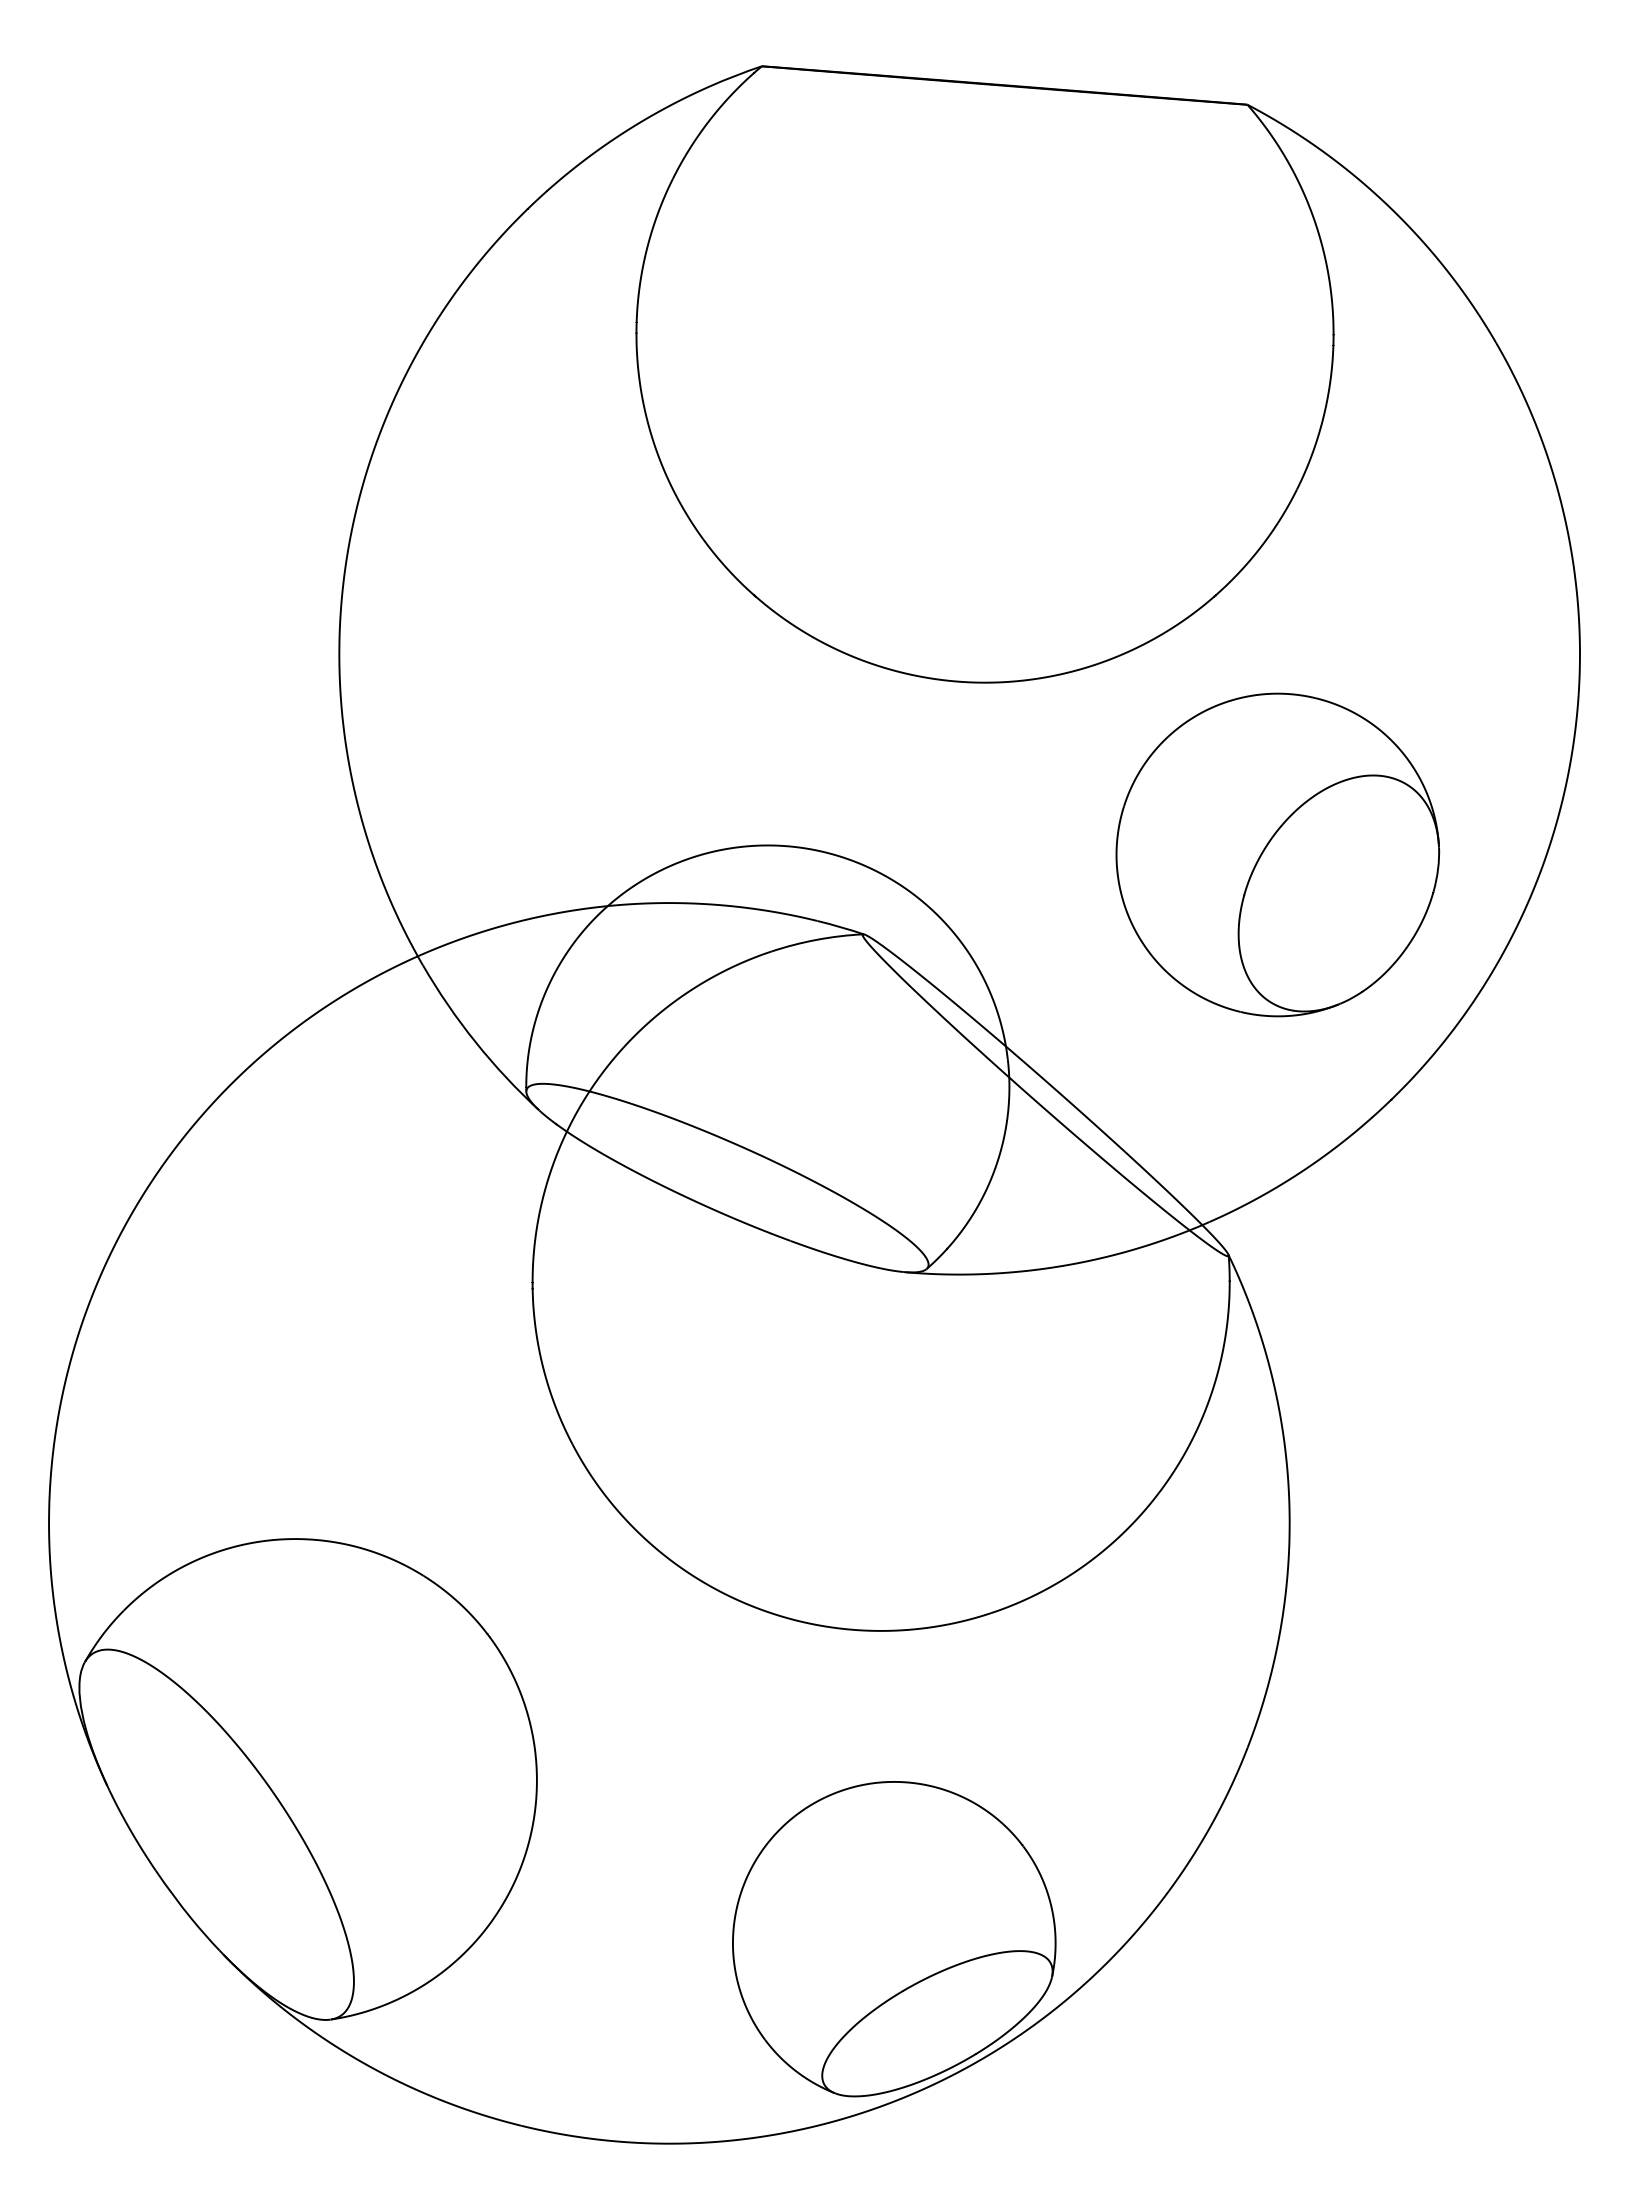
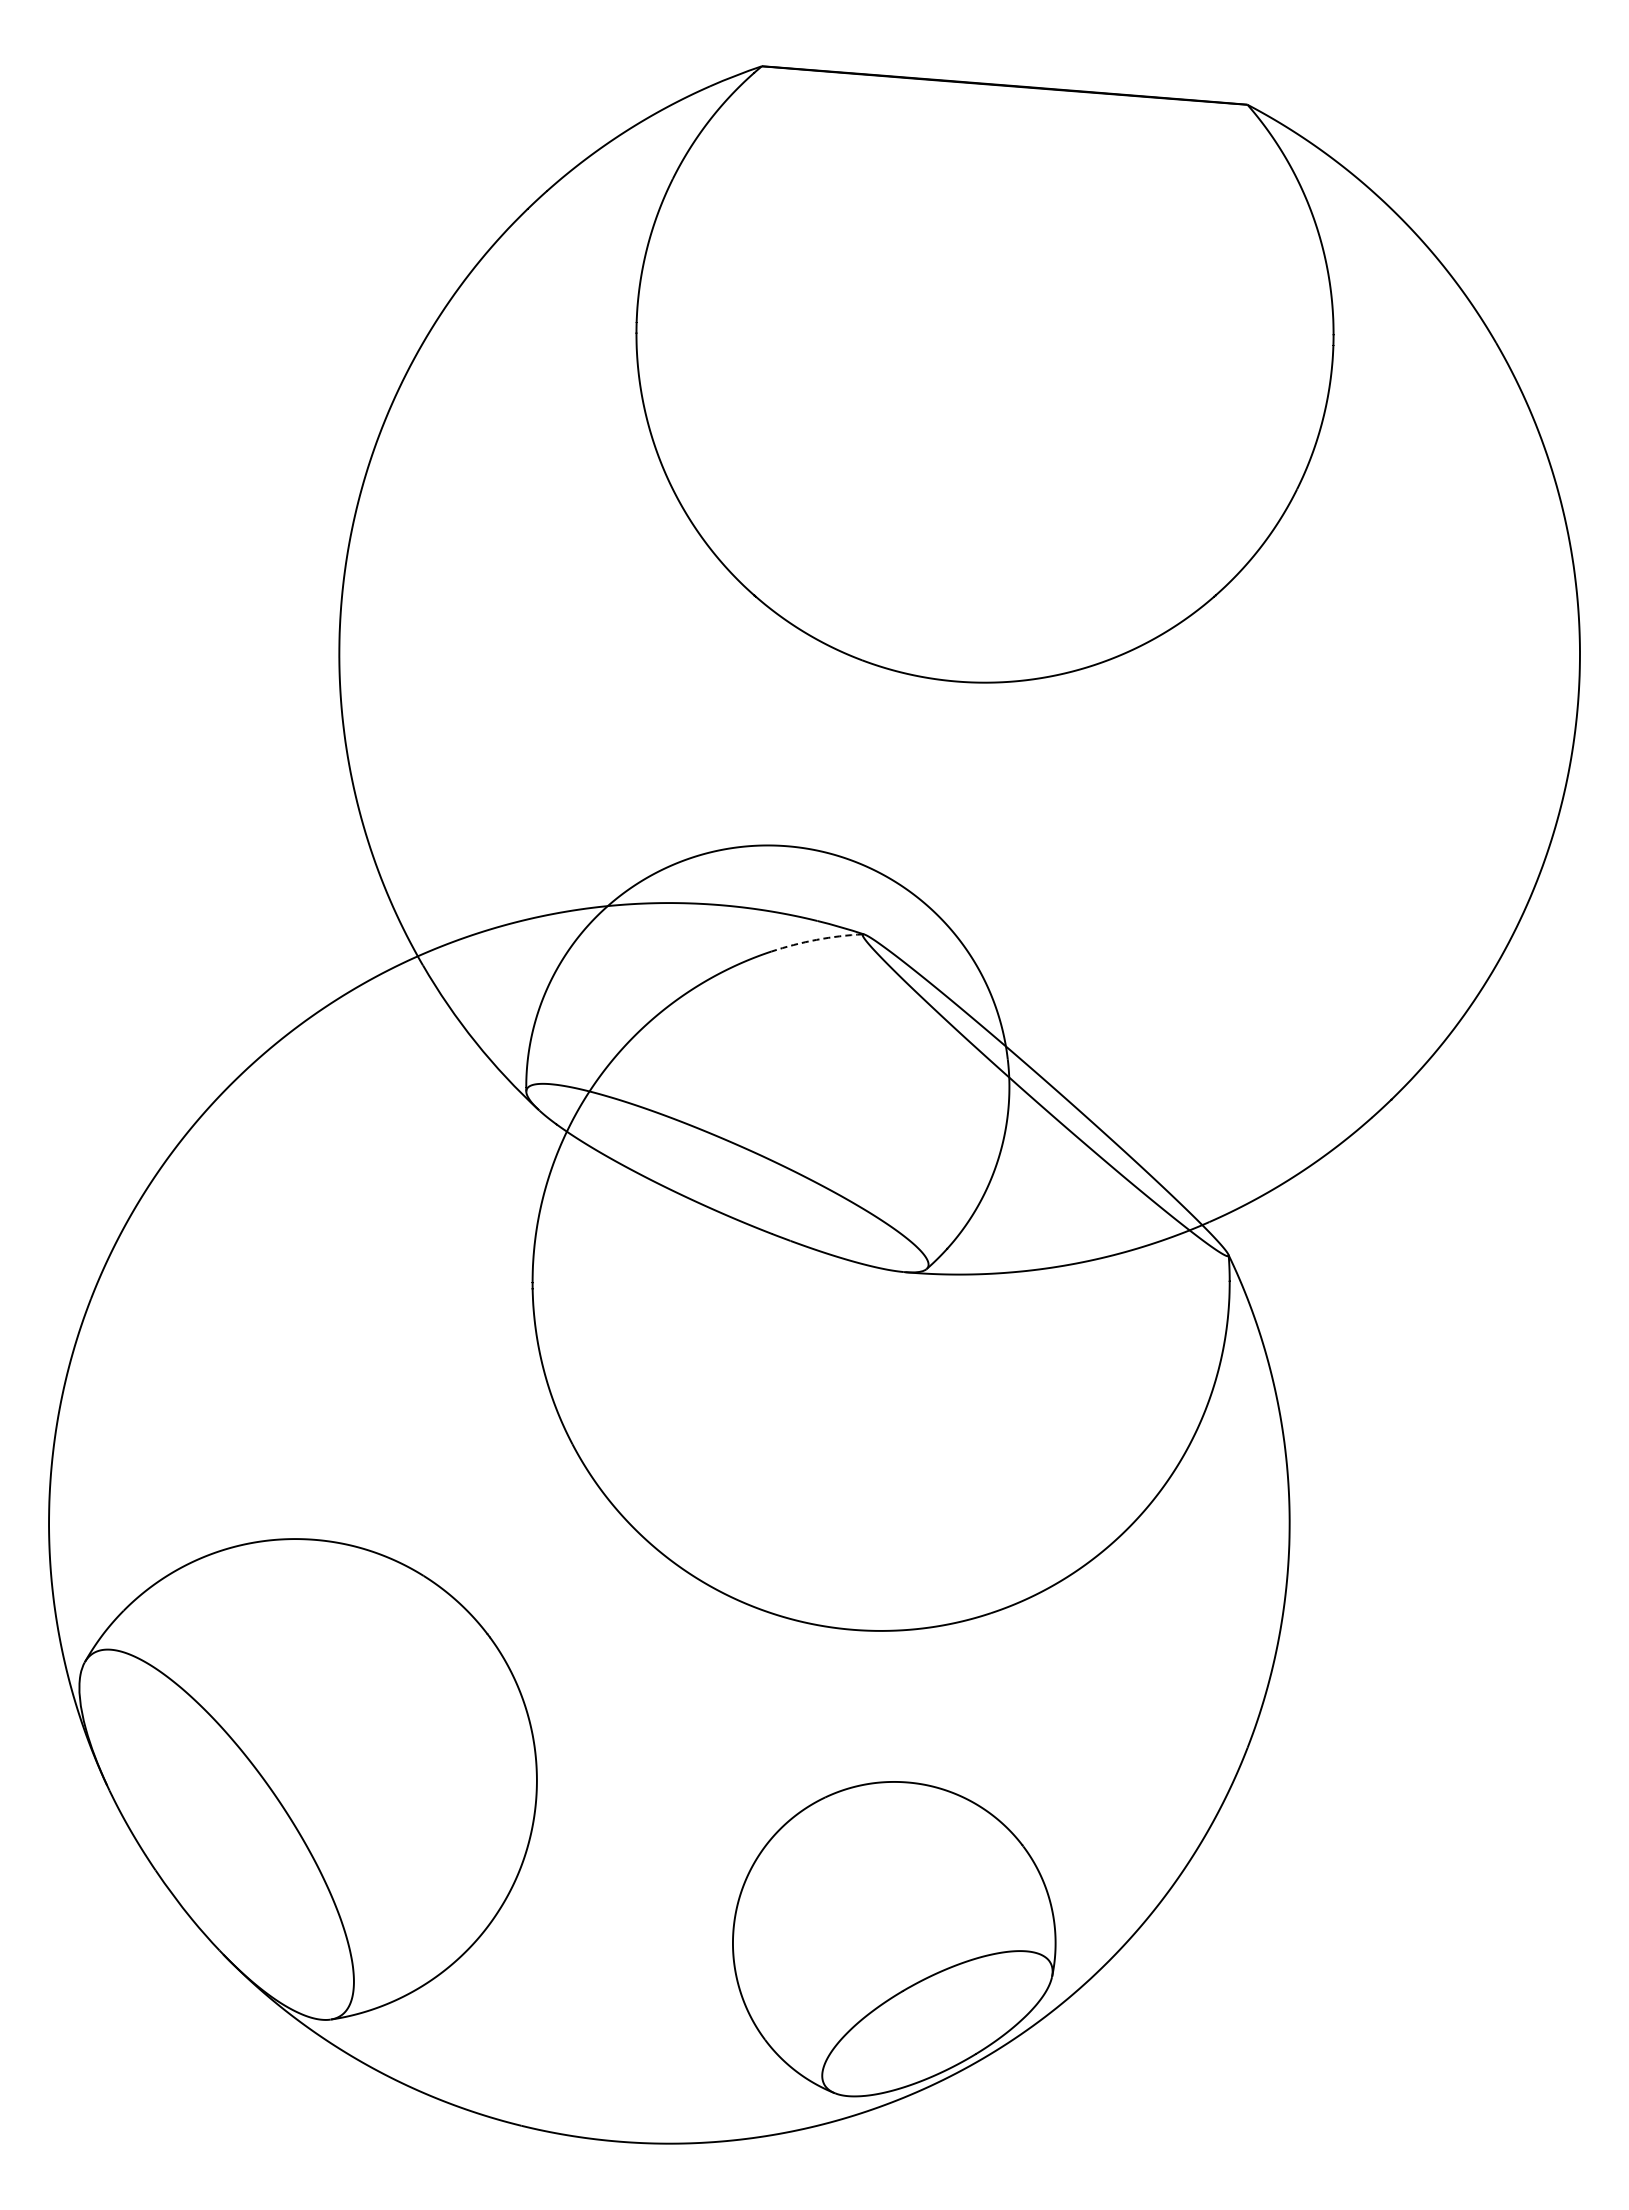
part at (1277, 854): present -> none
arc at (816, 939): solid -> dashed
